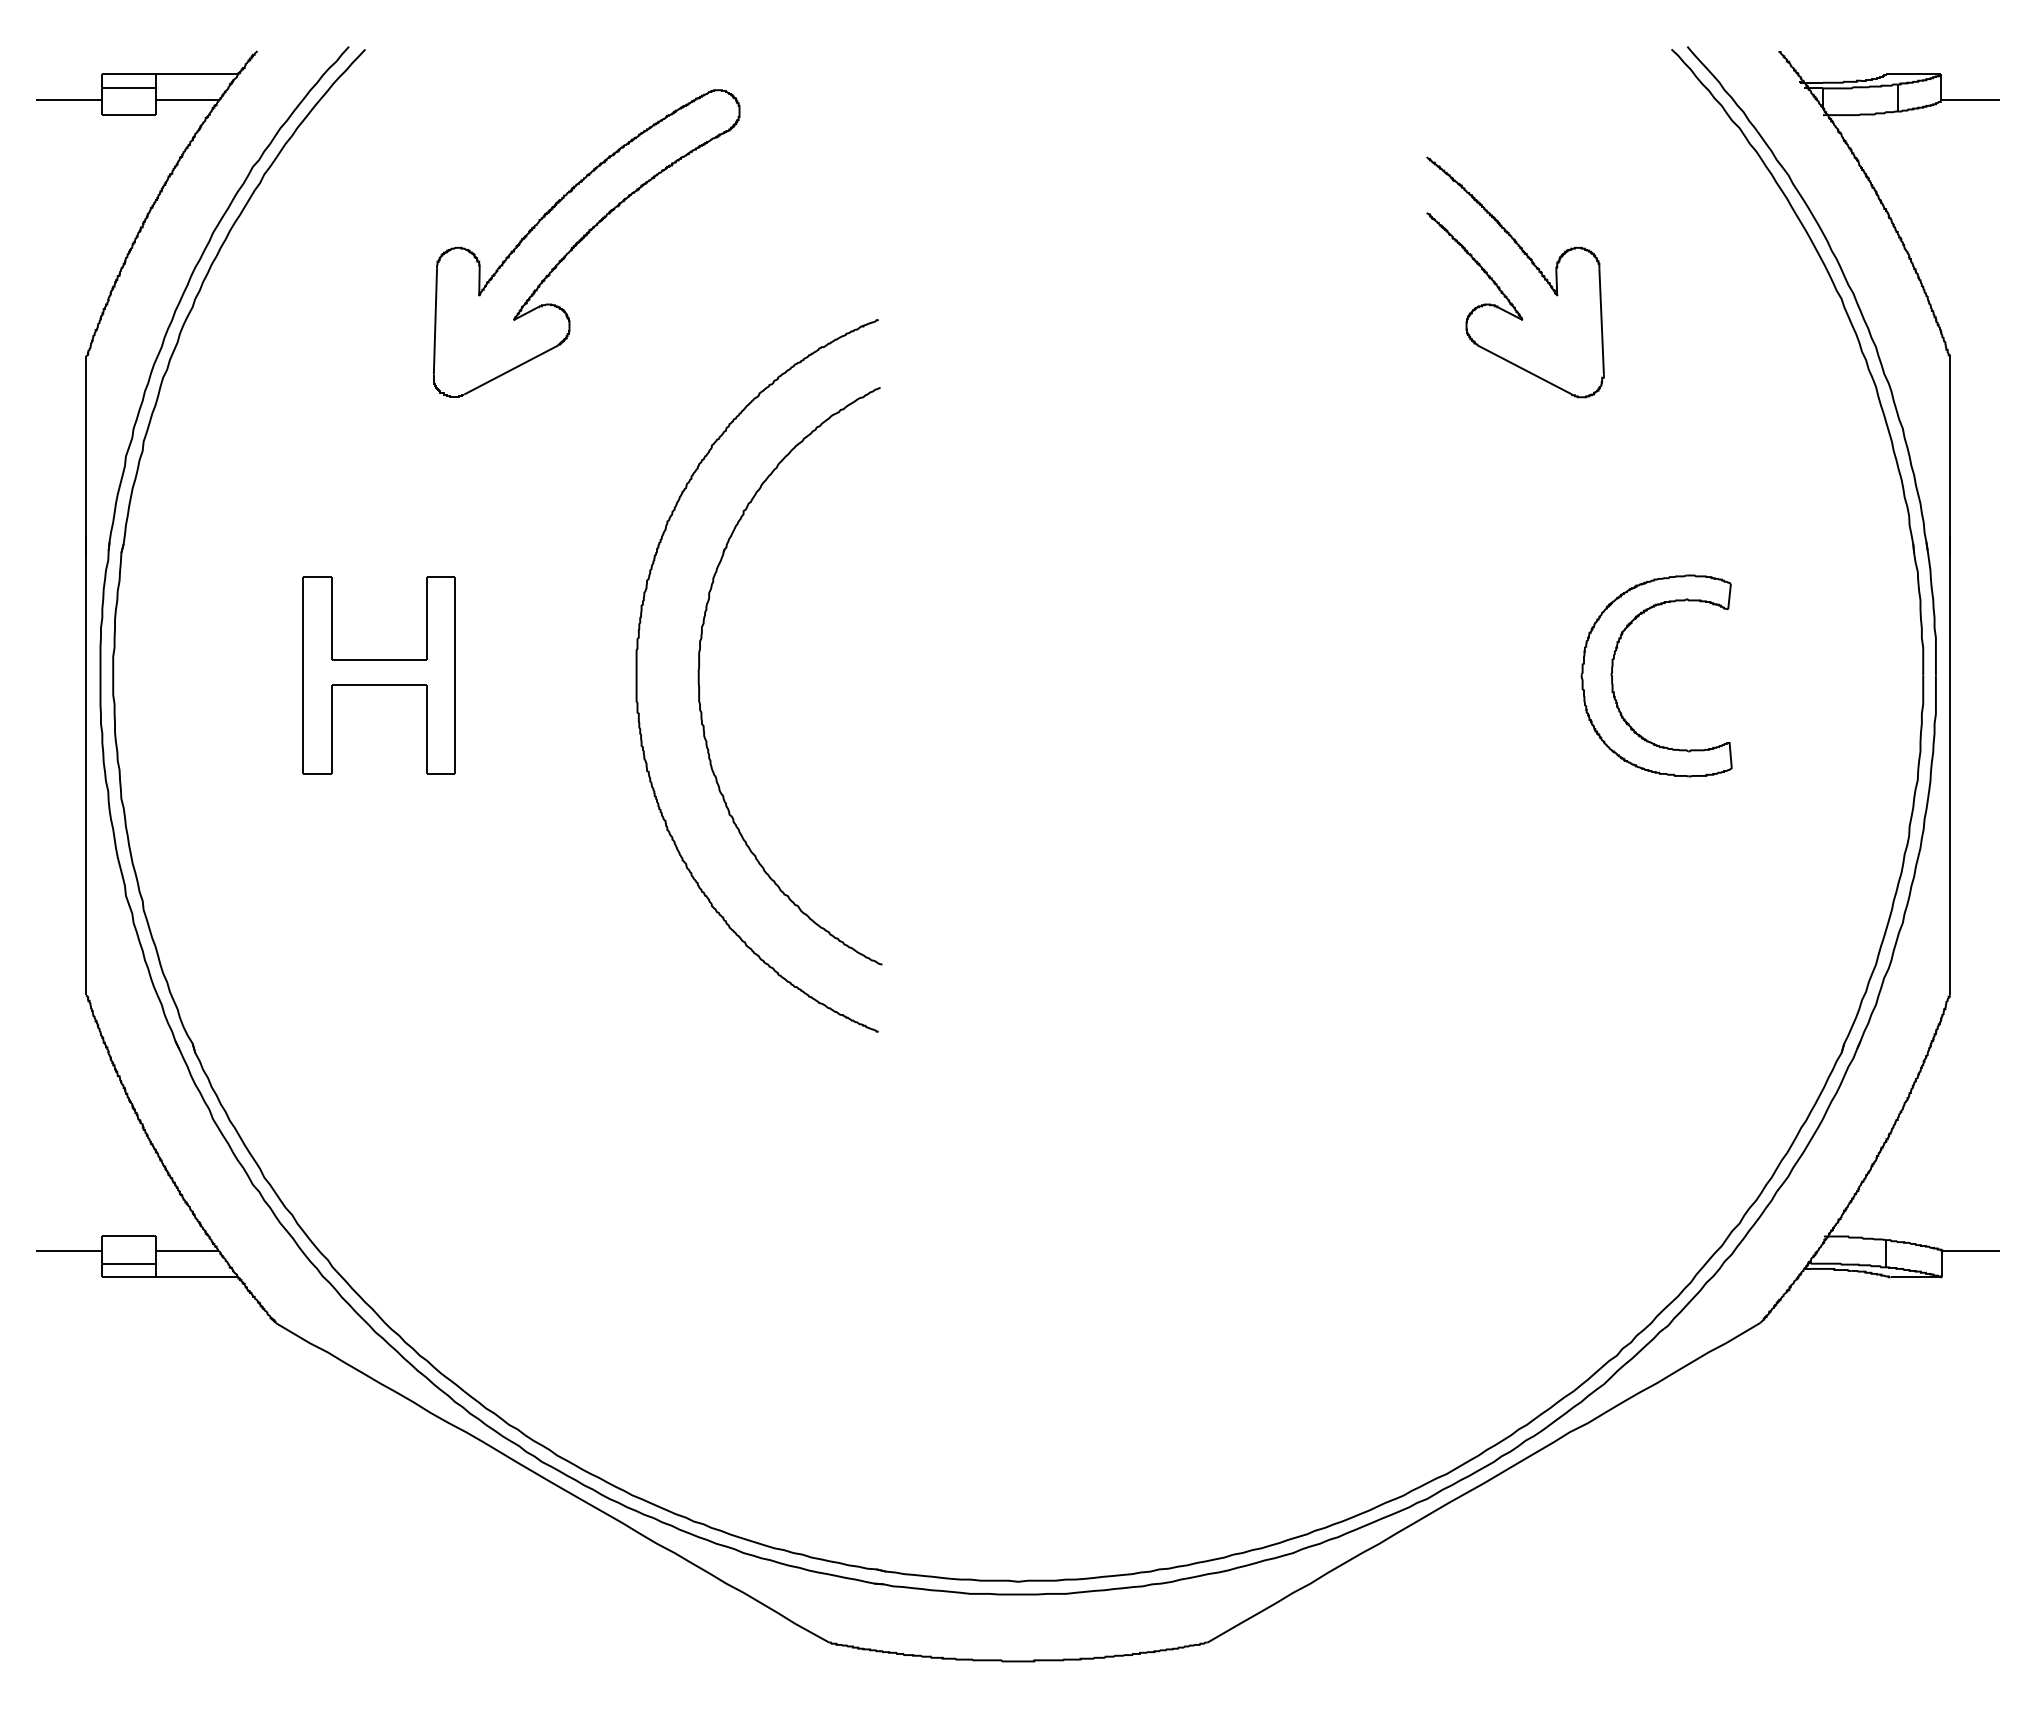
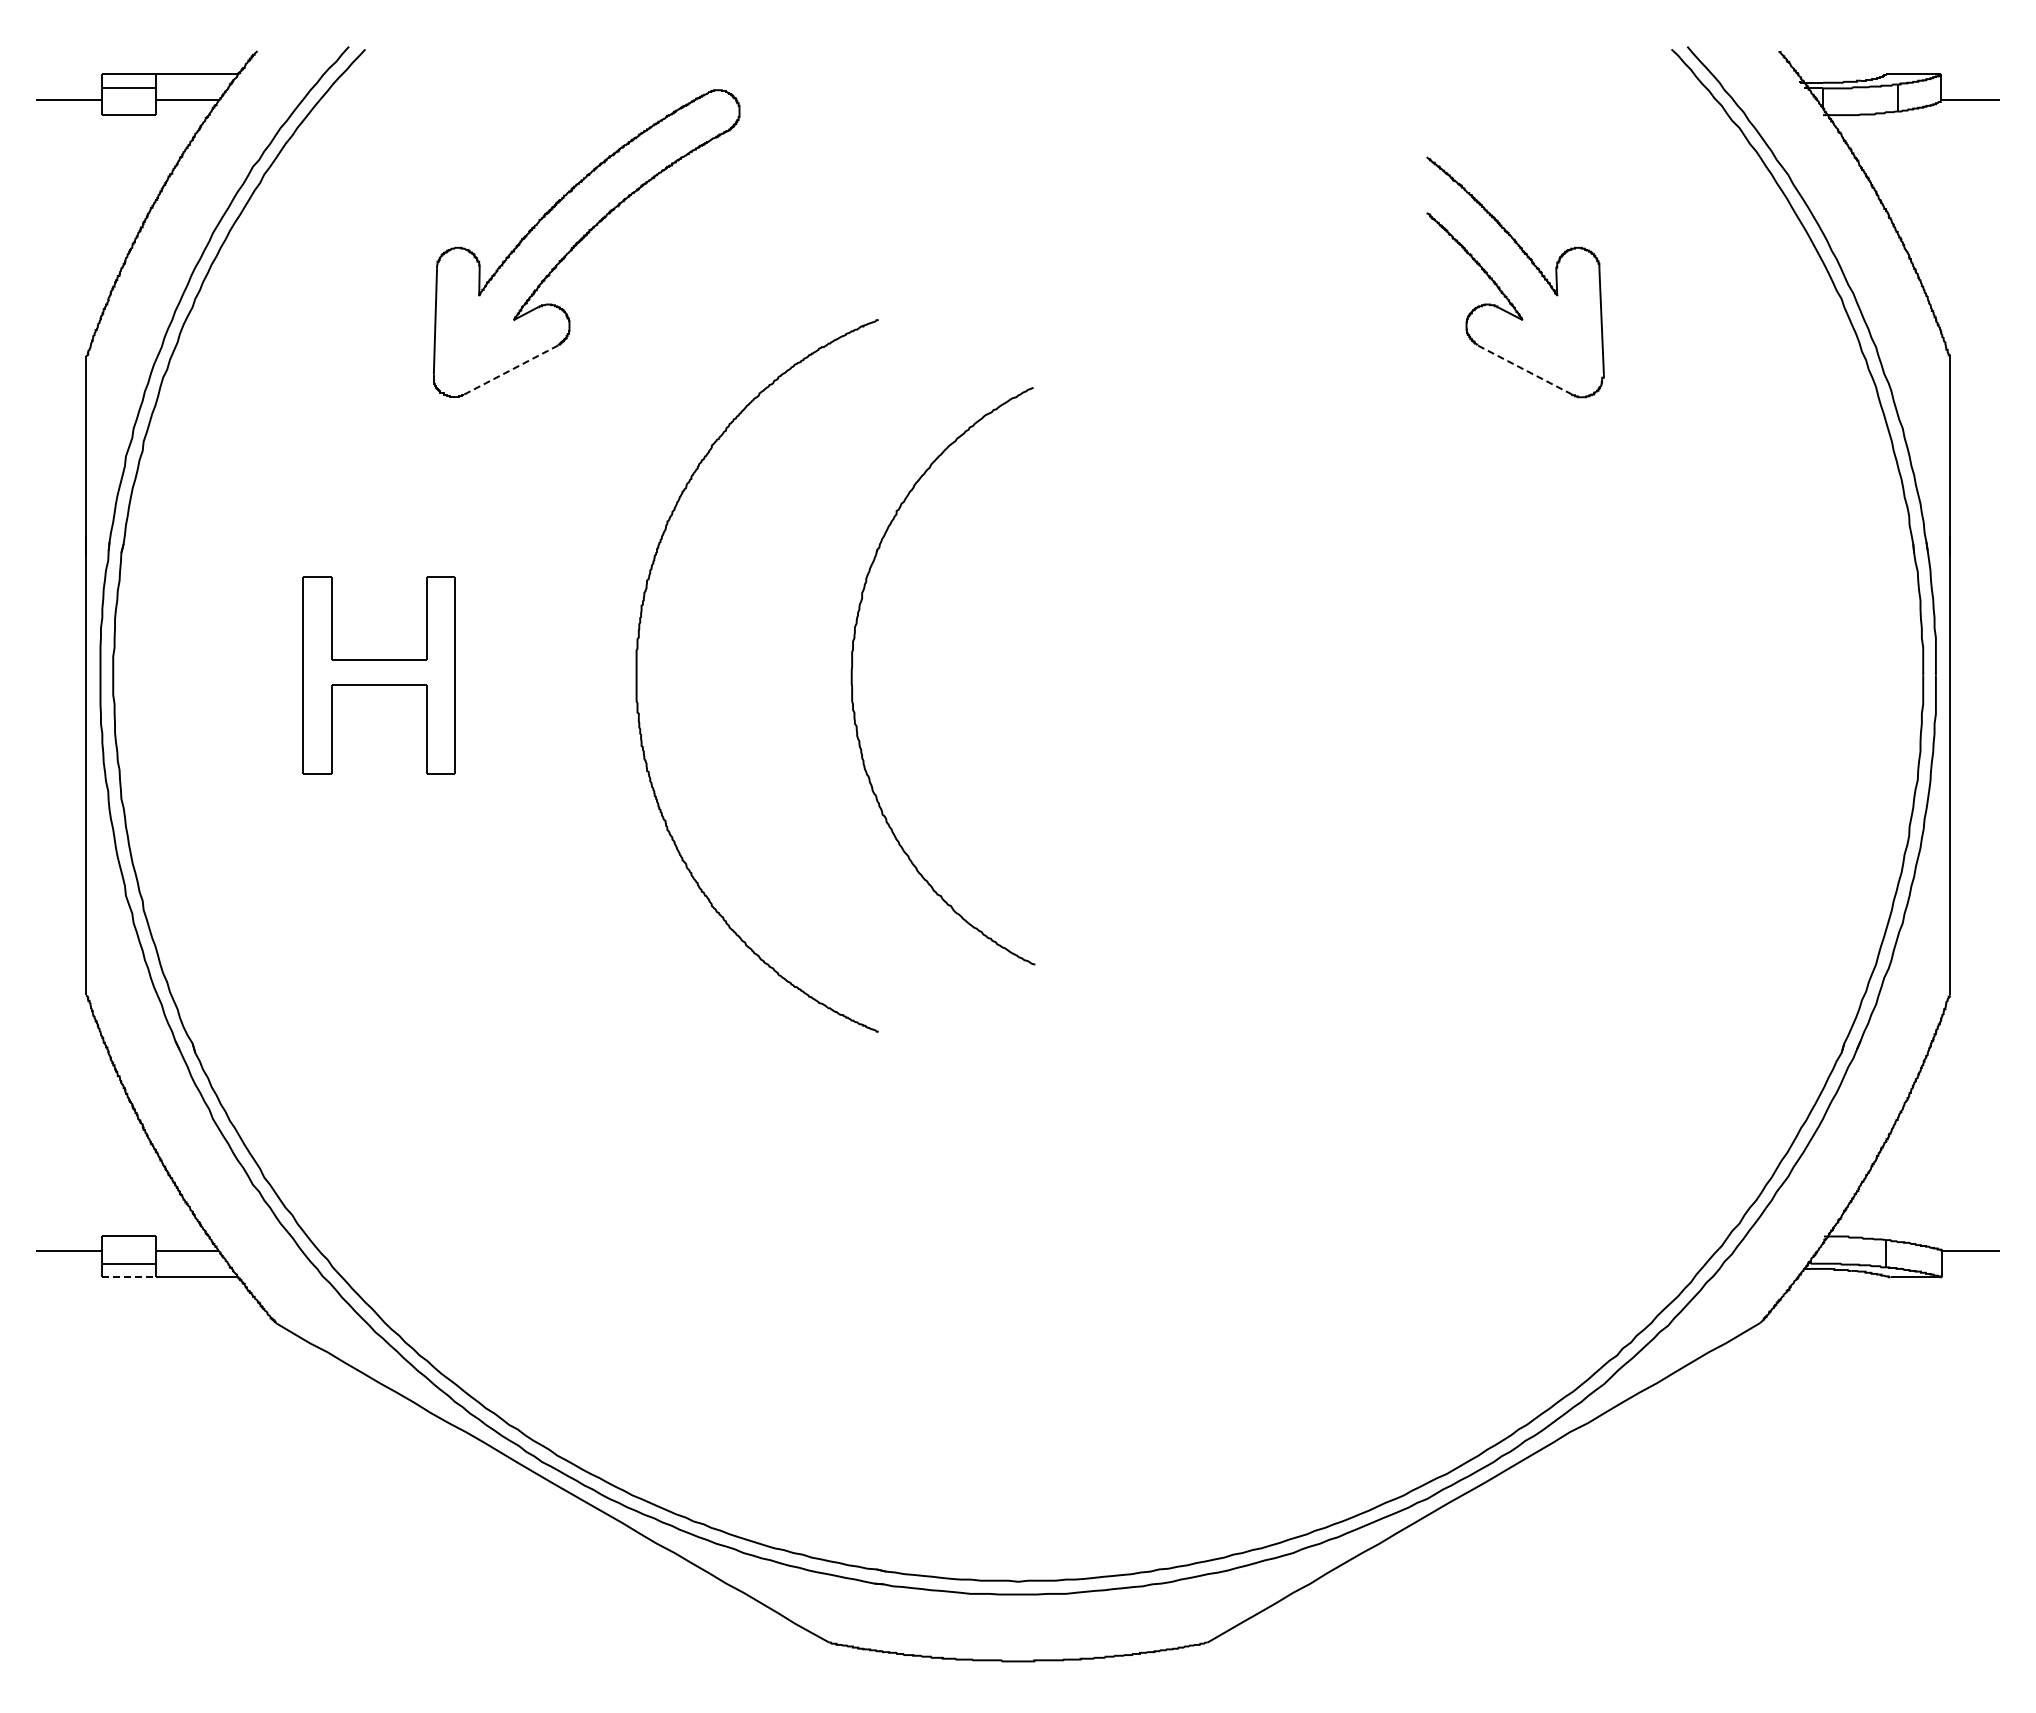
line at (511, 369): solid -> dashed
line at (1524, 369): solid -> dashed
part at (1613, 667): present -> none
part at (699, 676) position: (699, 676) -> (852, 676)
line at (129, 1277): solid -> dashed
